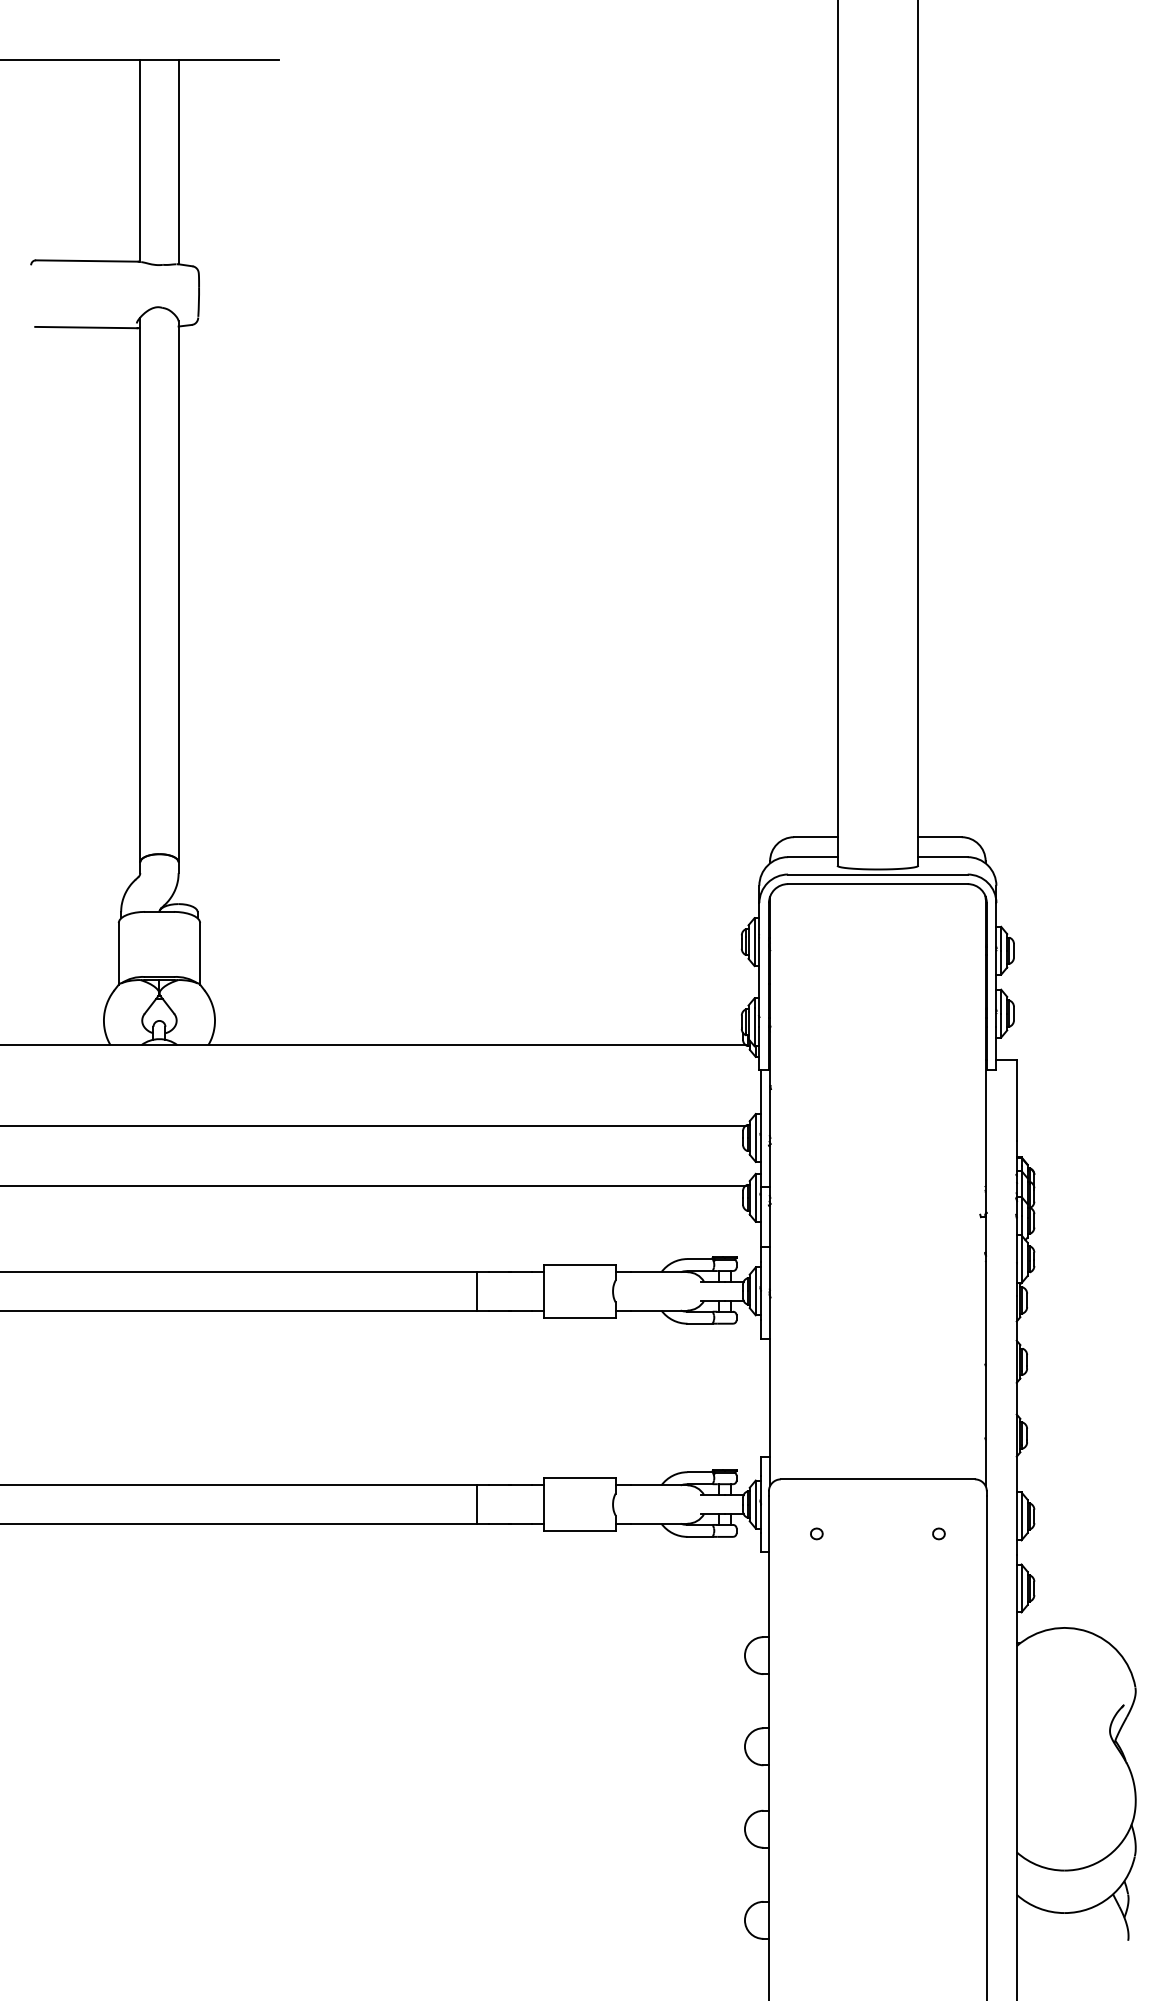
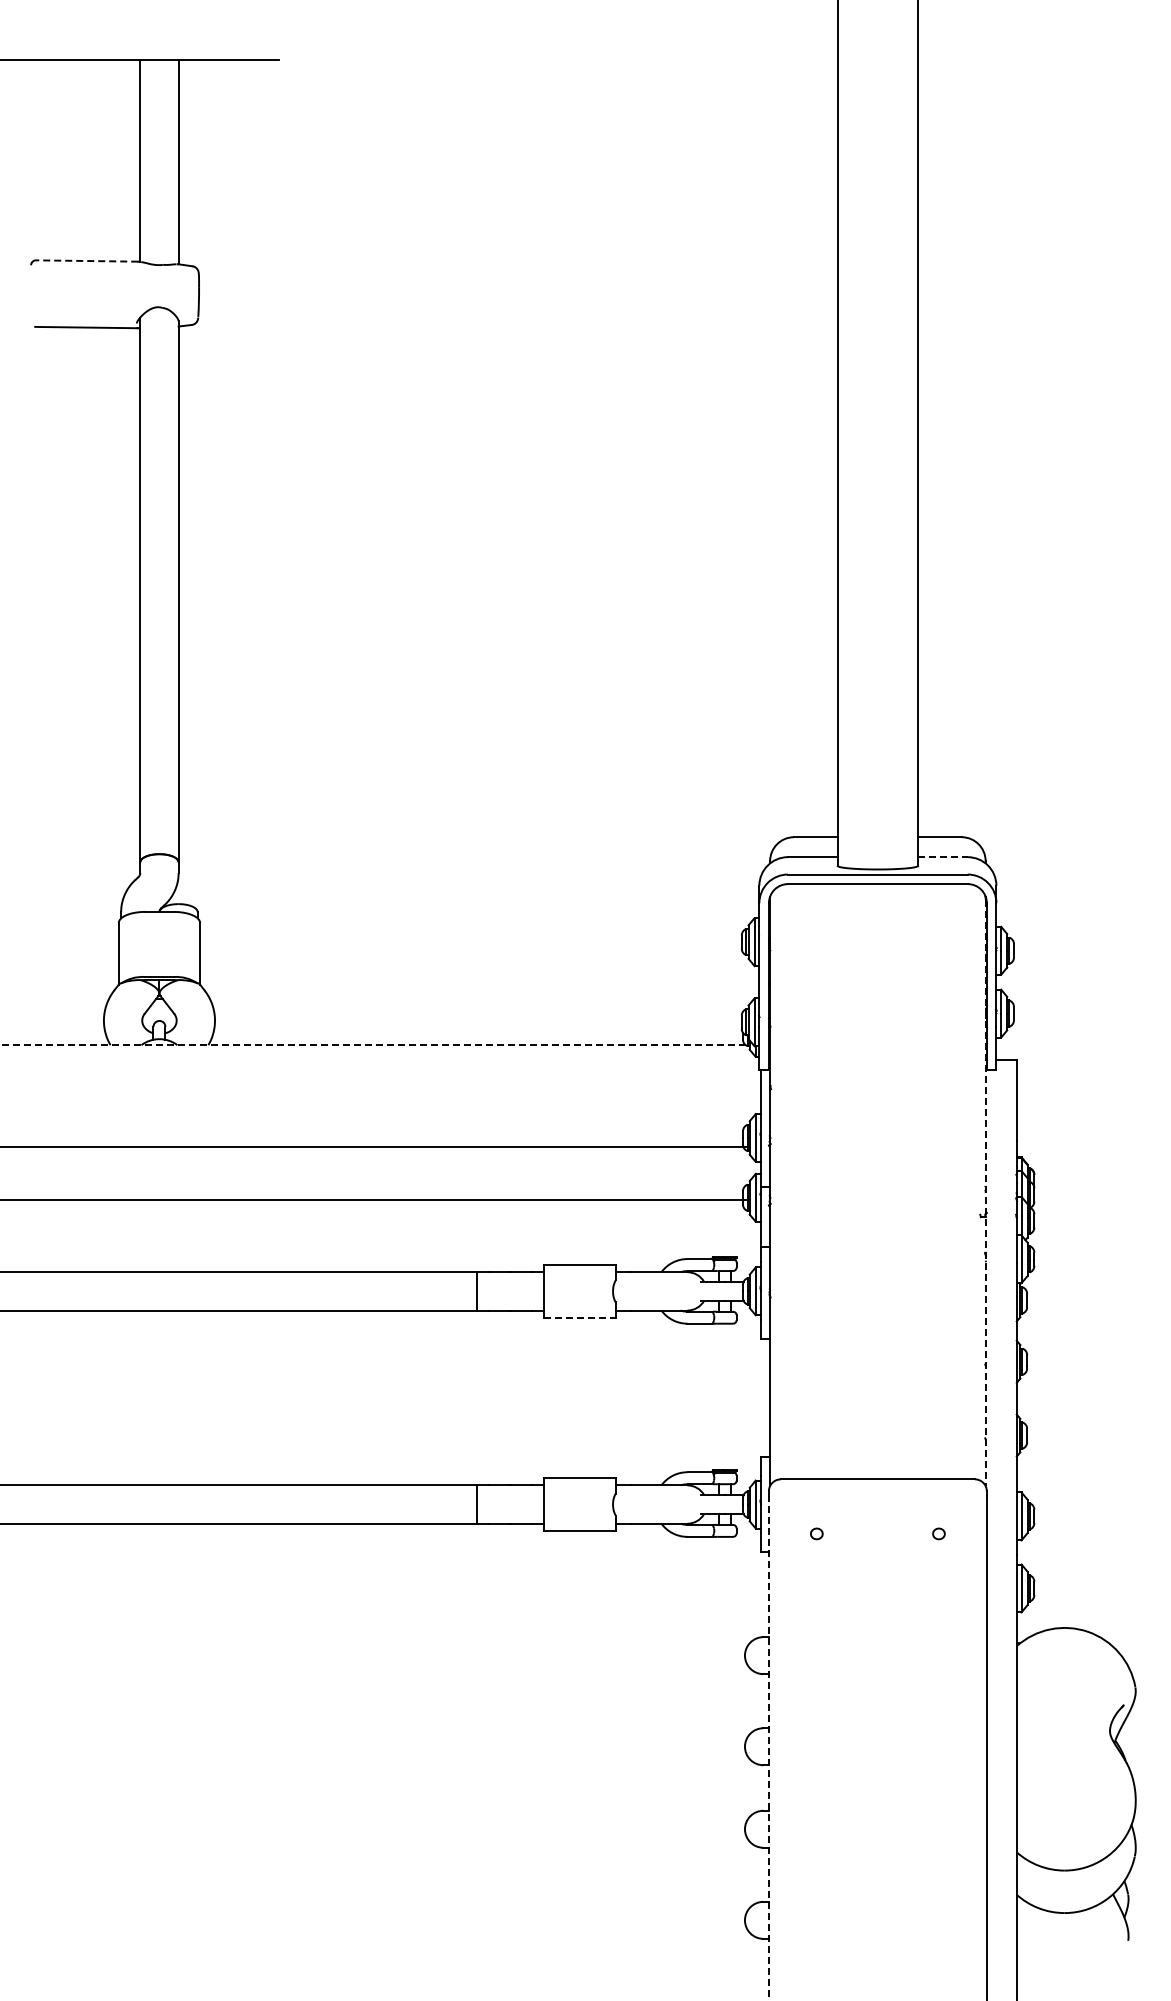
line at (86, 261): solid -> dashed
line at (942, 857): solid -> dashed
line at (372, 1045): solid -> dashed
line at (373, 1125) position: (373, 1125) -> (373, 1146)
line at (373, 1185) position: (373, 1185) -> (373, 1199)
line at (985, 1193): solid -> dashed
line at (579, 1317): solid -> dashed
line at (768, 1747): solid -> dashed
